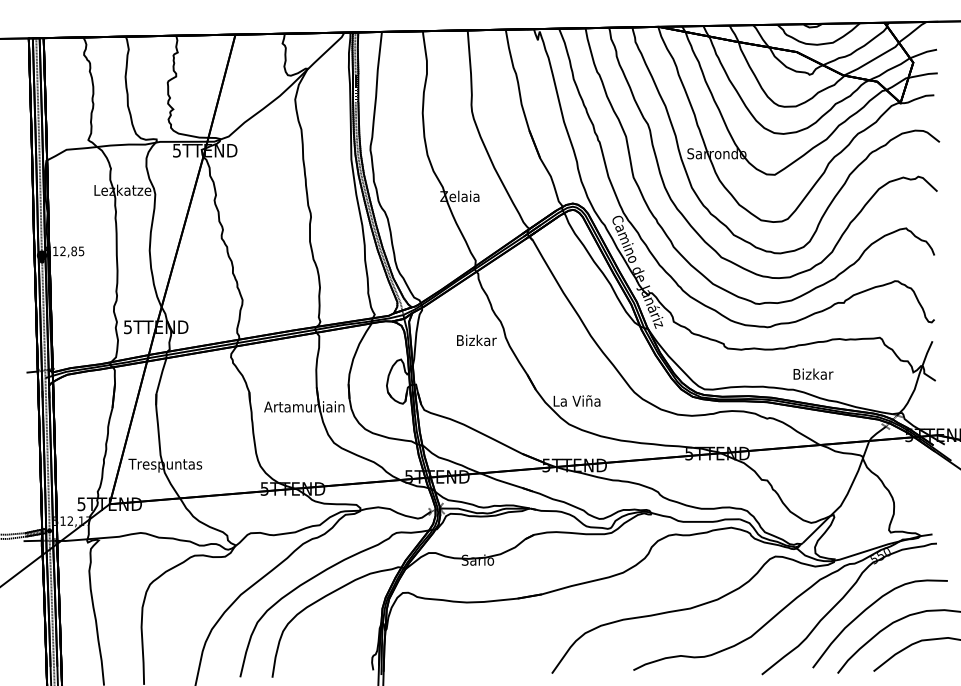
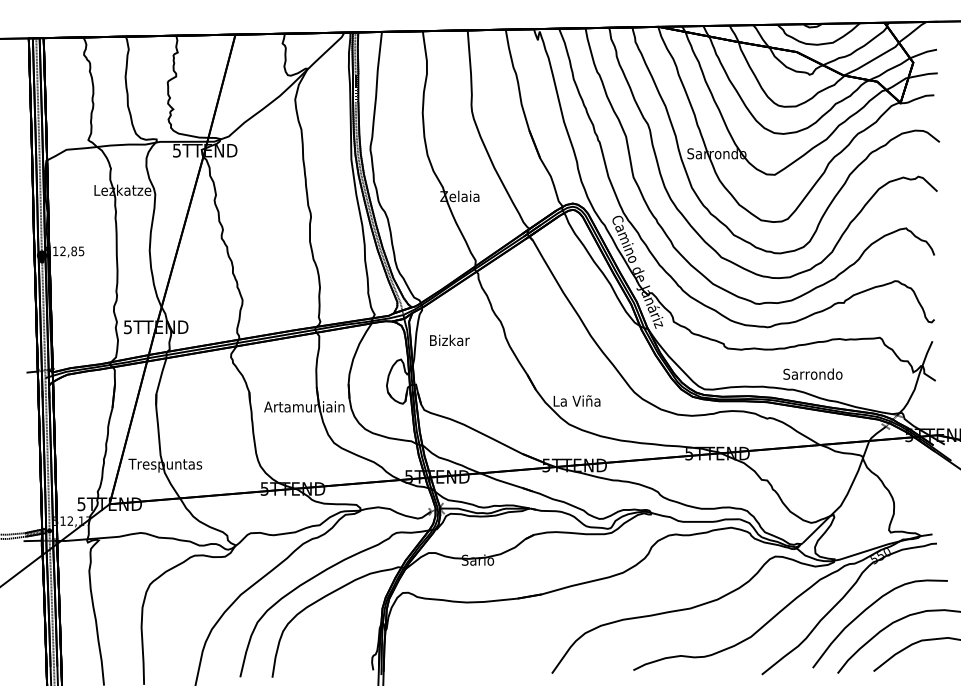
text at (476, 340) position: (476, 340) -> (449, 340)
text at (812, 373): Bizkar -> Sarrondo
